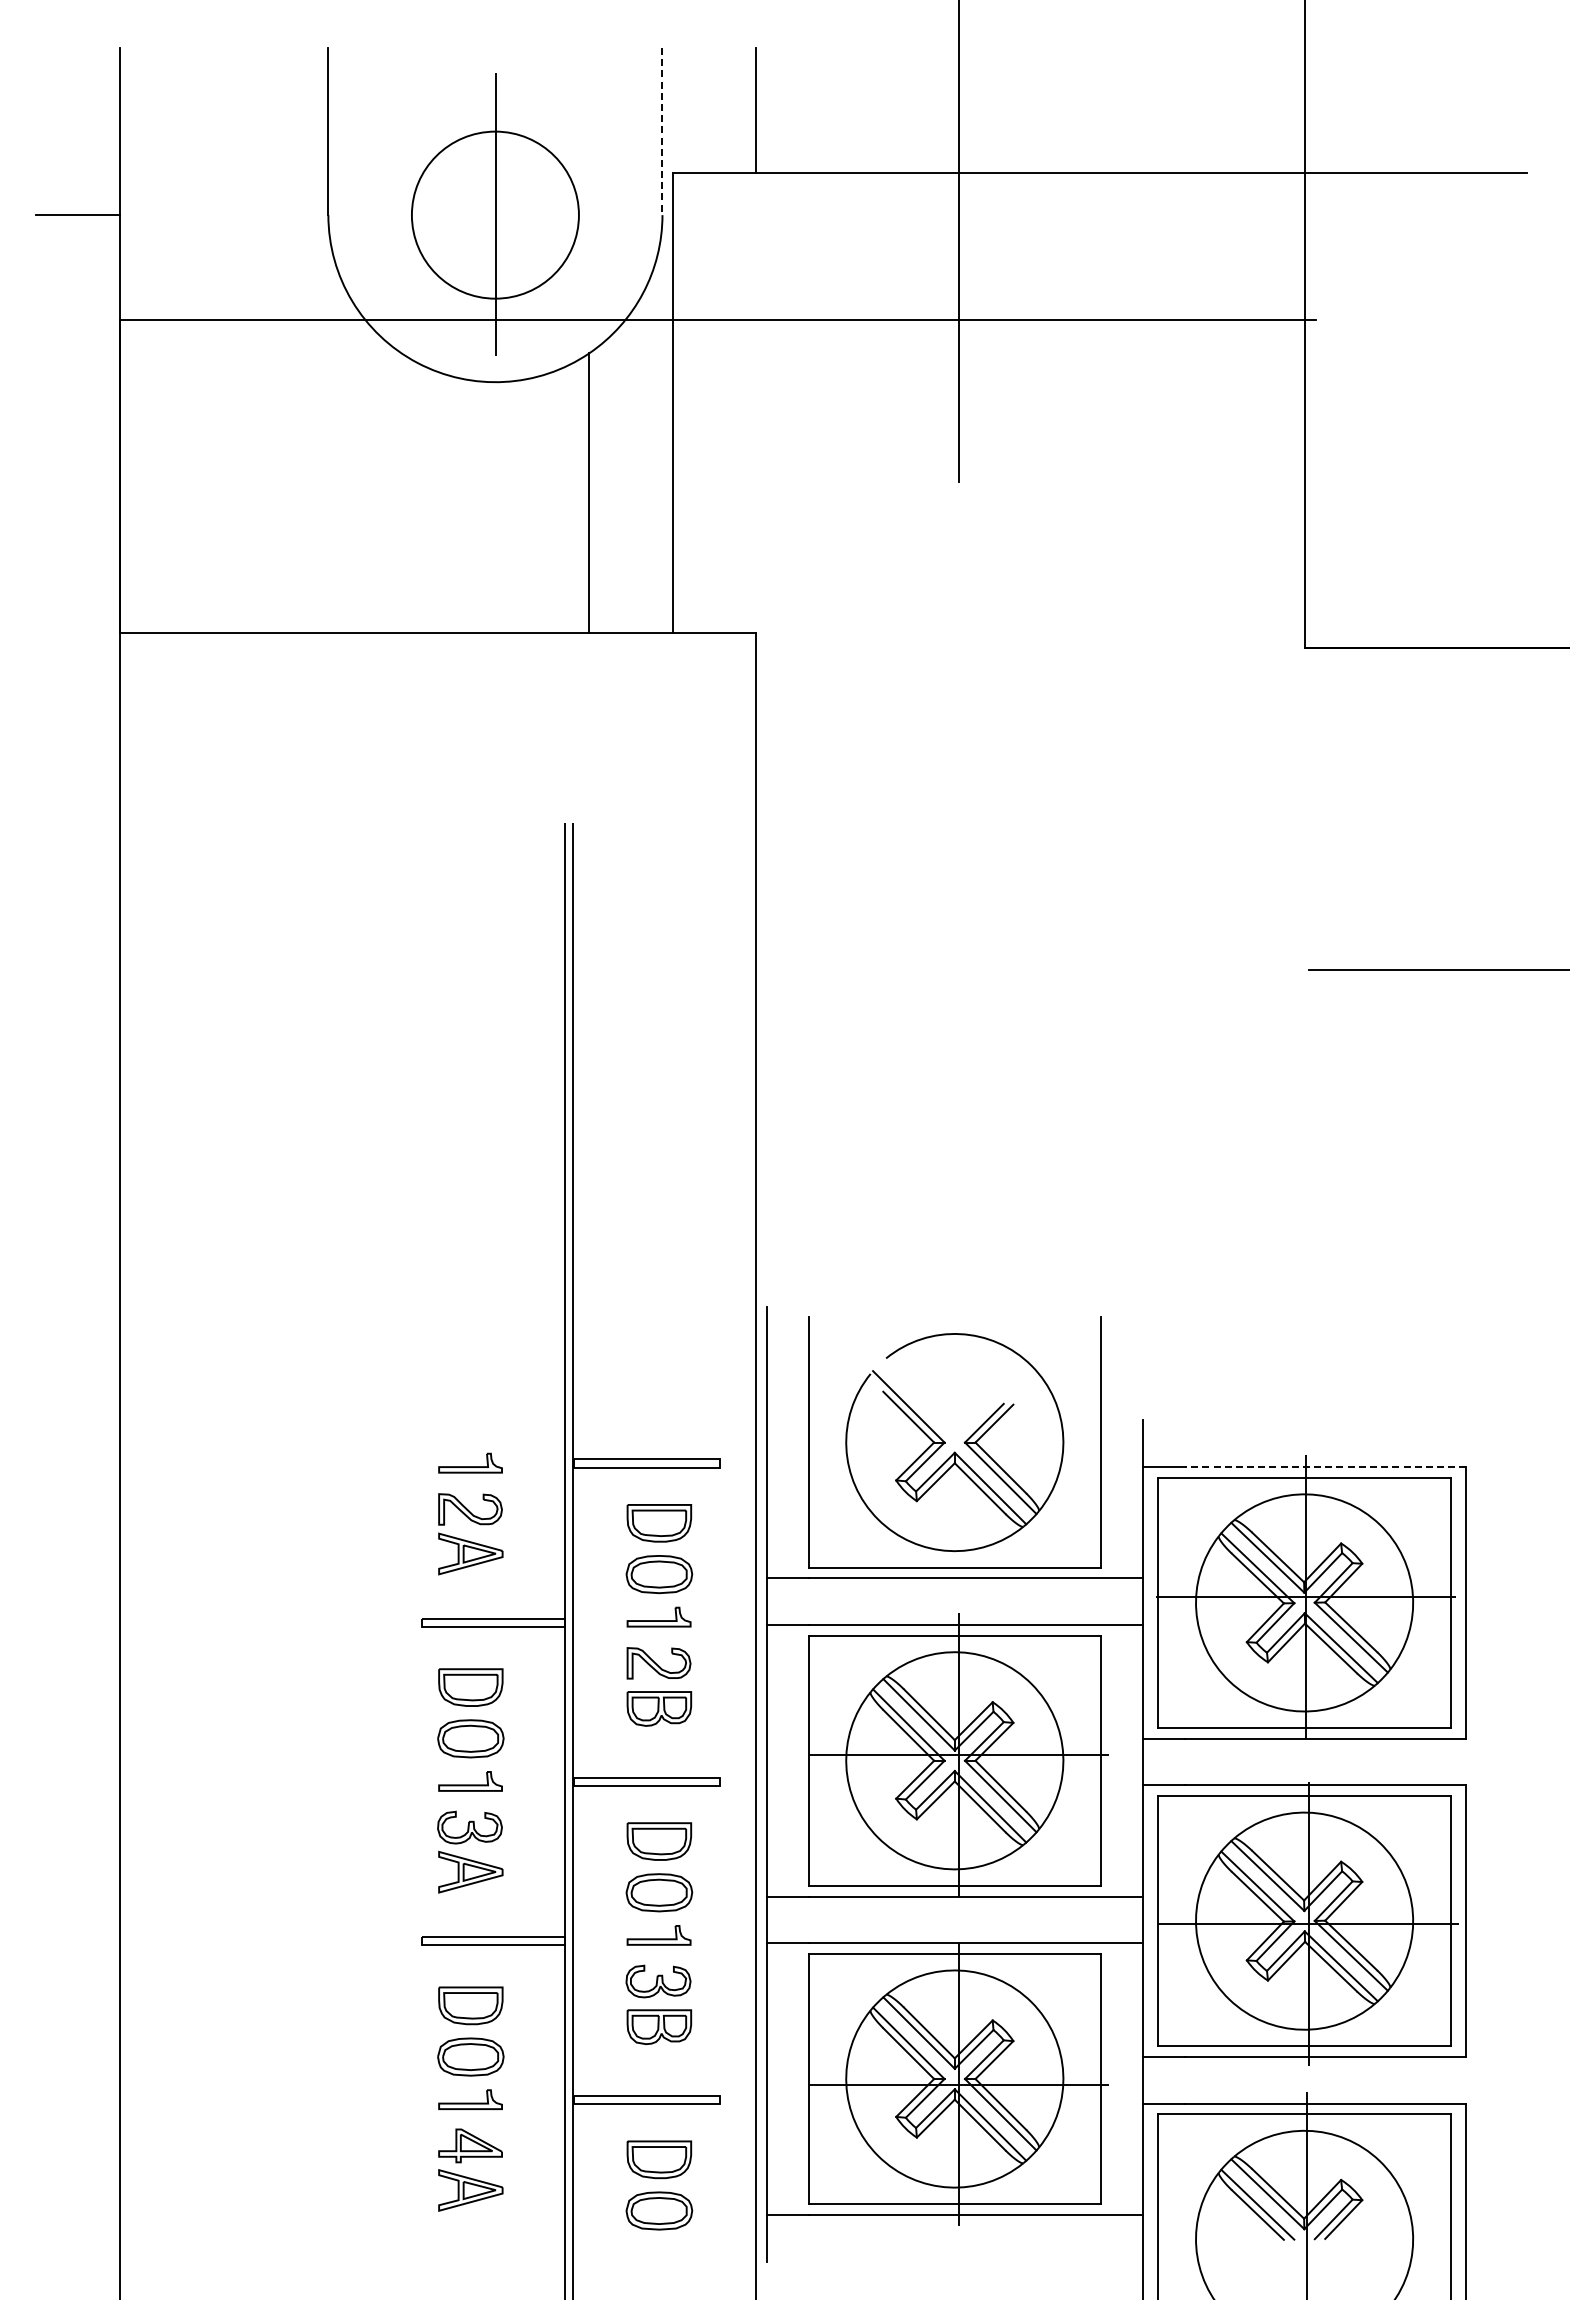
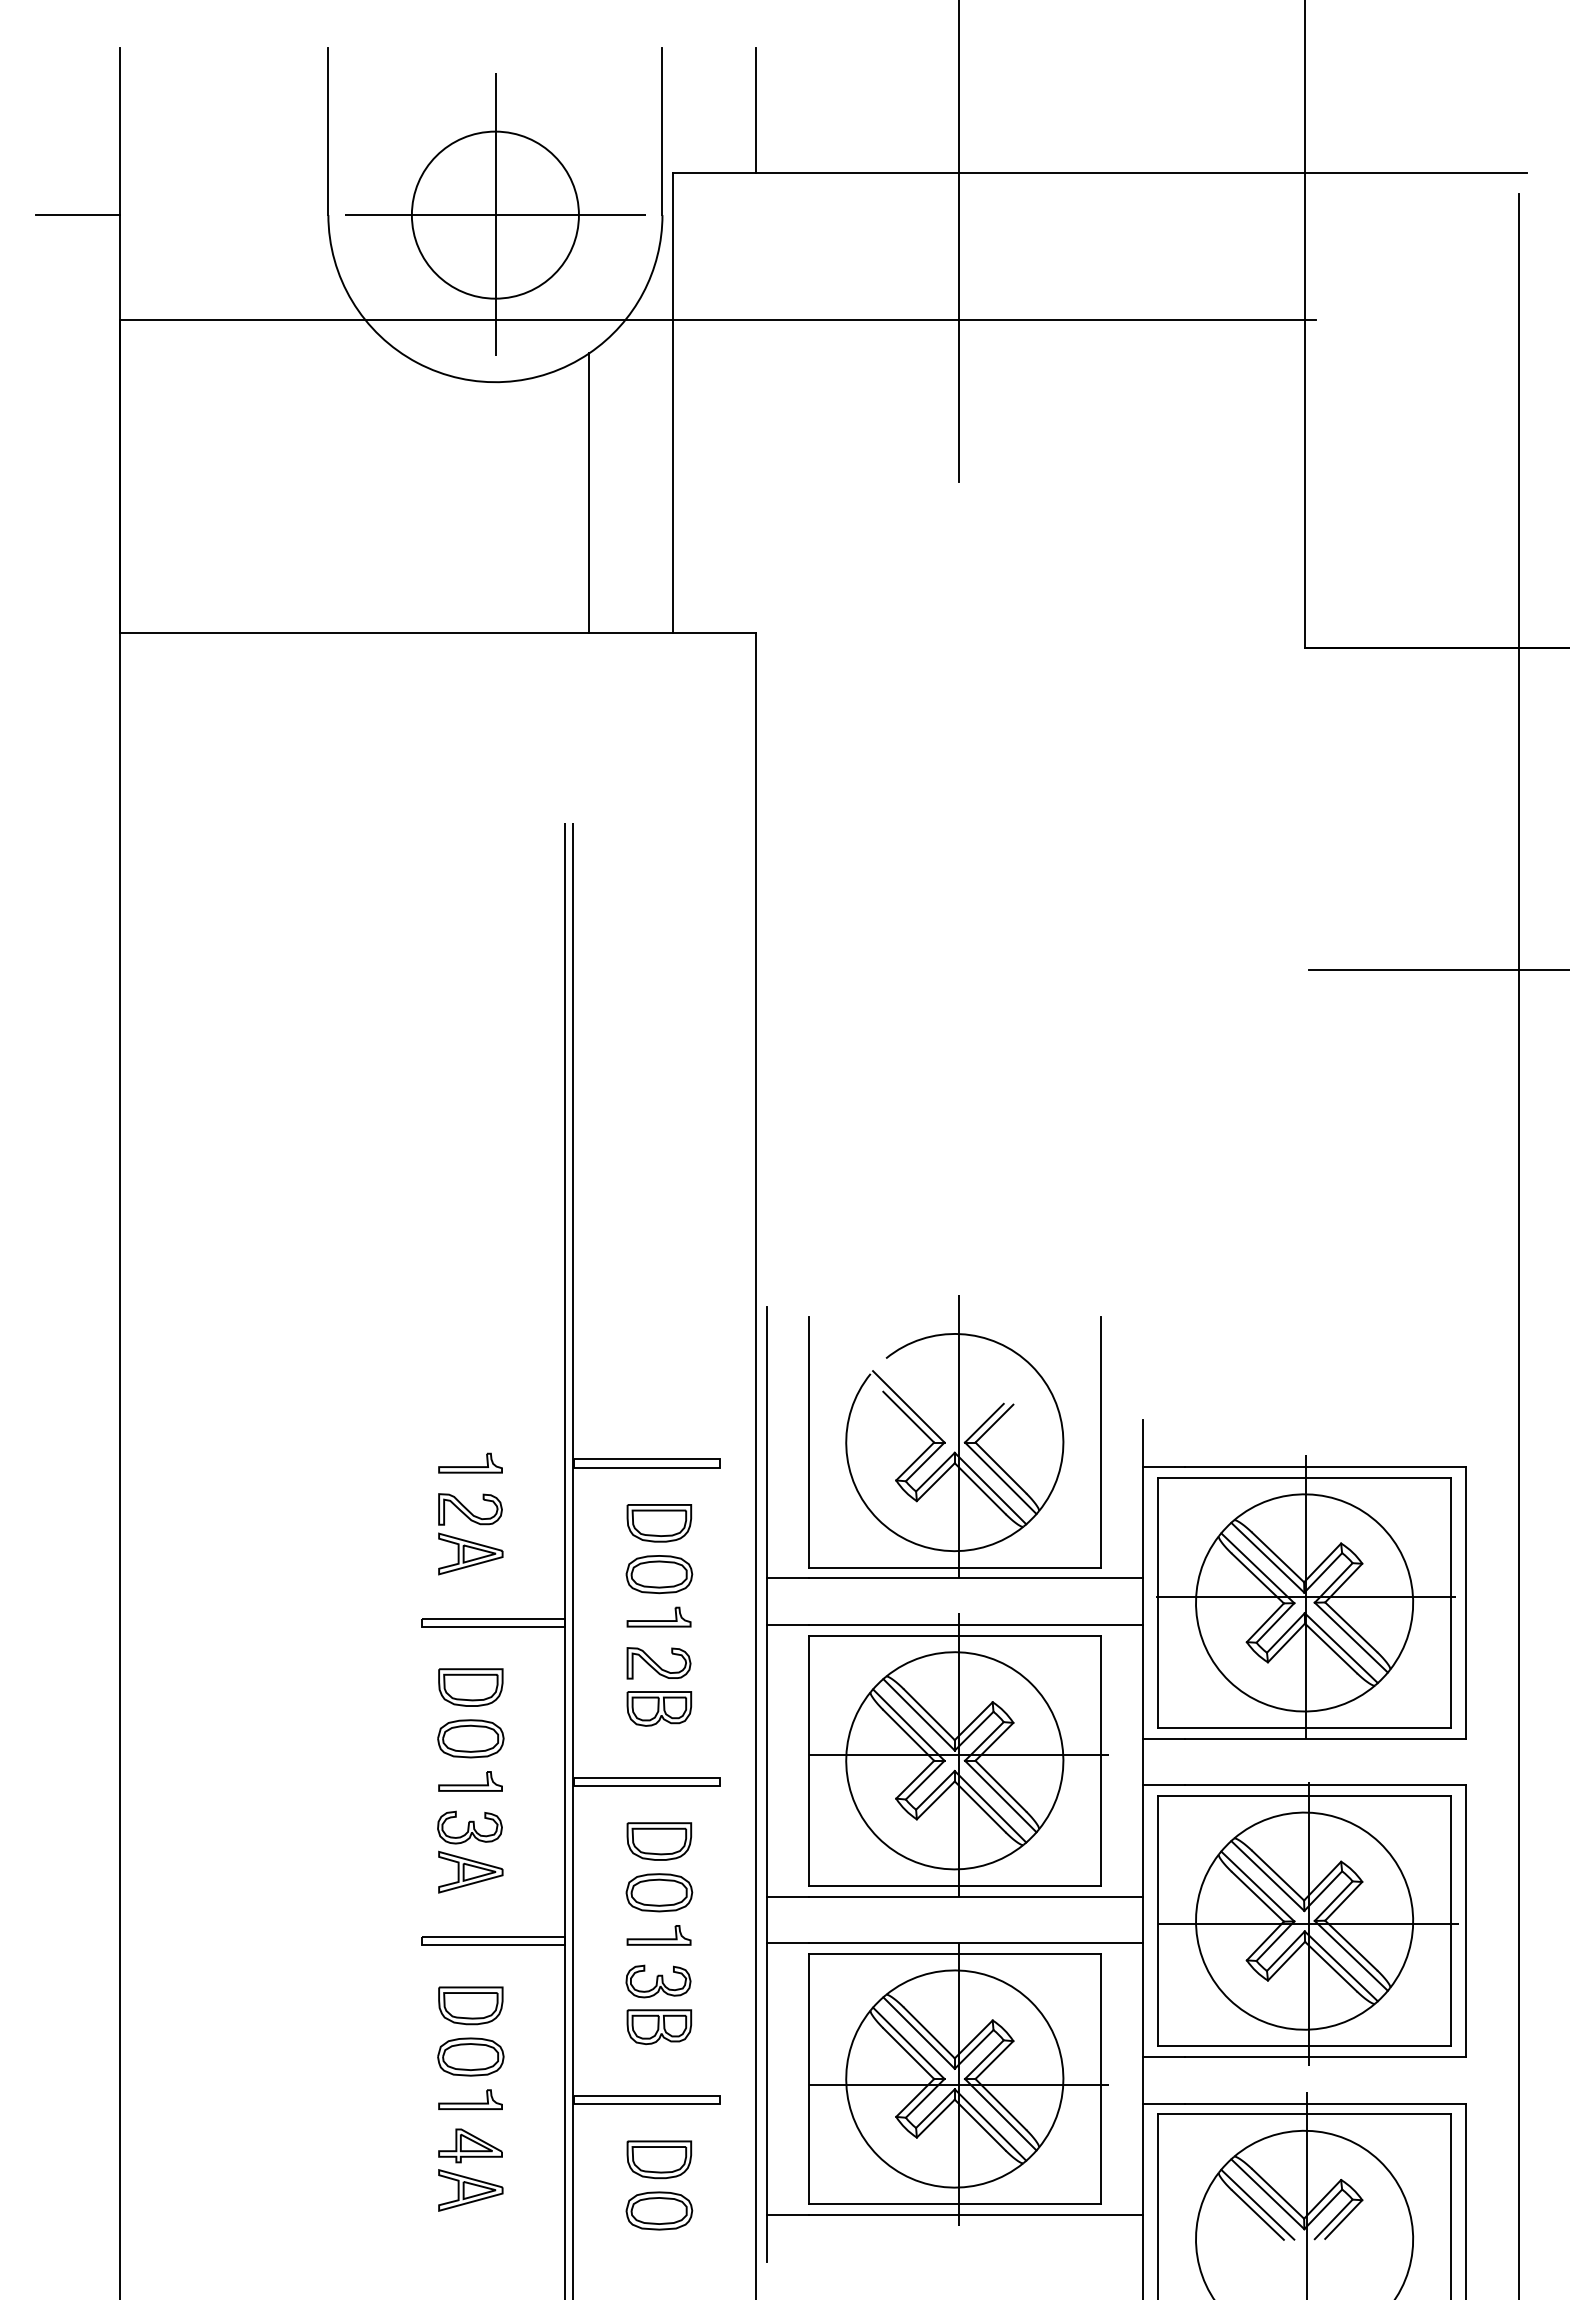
line at (662, 131): dashed -> solid
line at (495, 214): none -> present
line at (1518, 1245): none -> present
line at (959, 1436): none -> present
line at (1325, 1467): dashed -> solid
